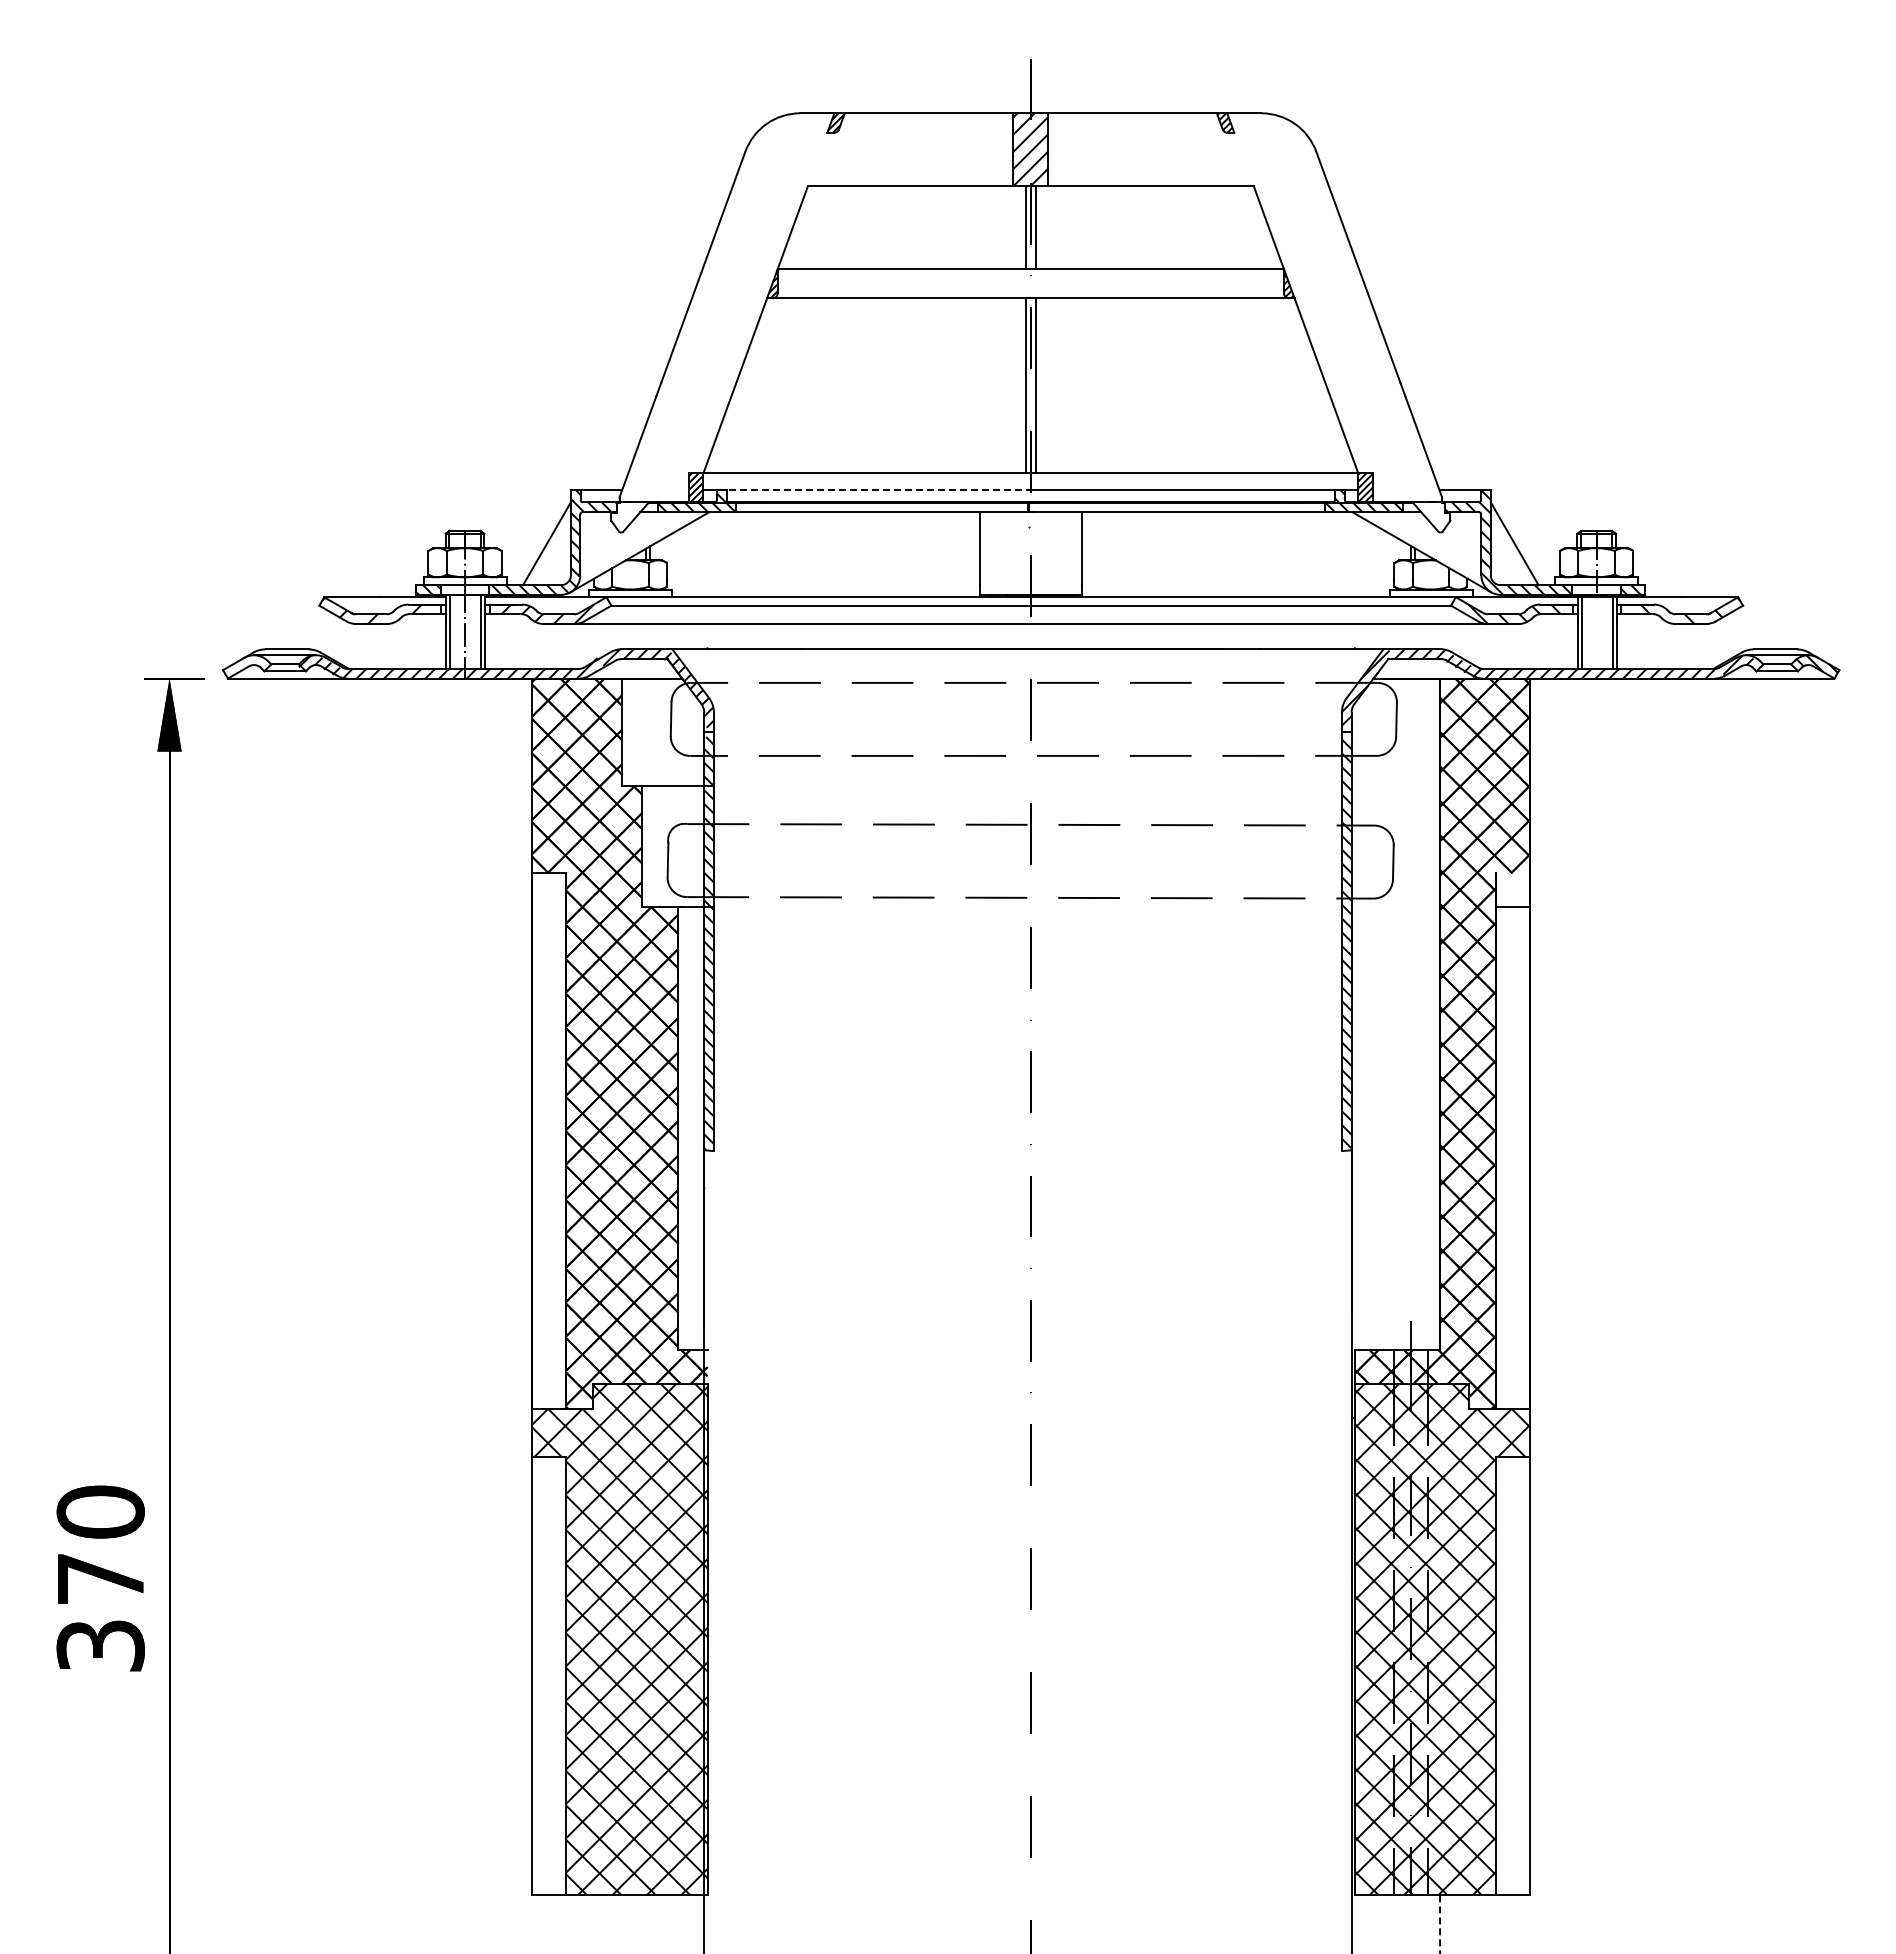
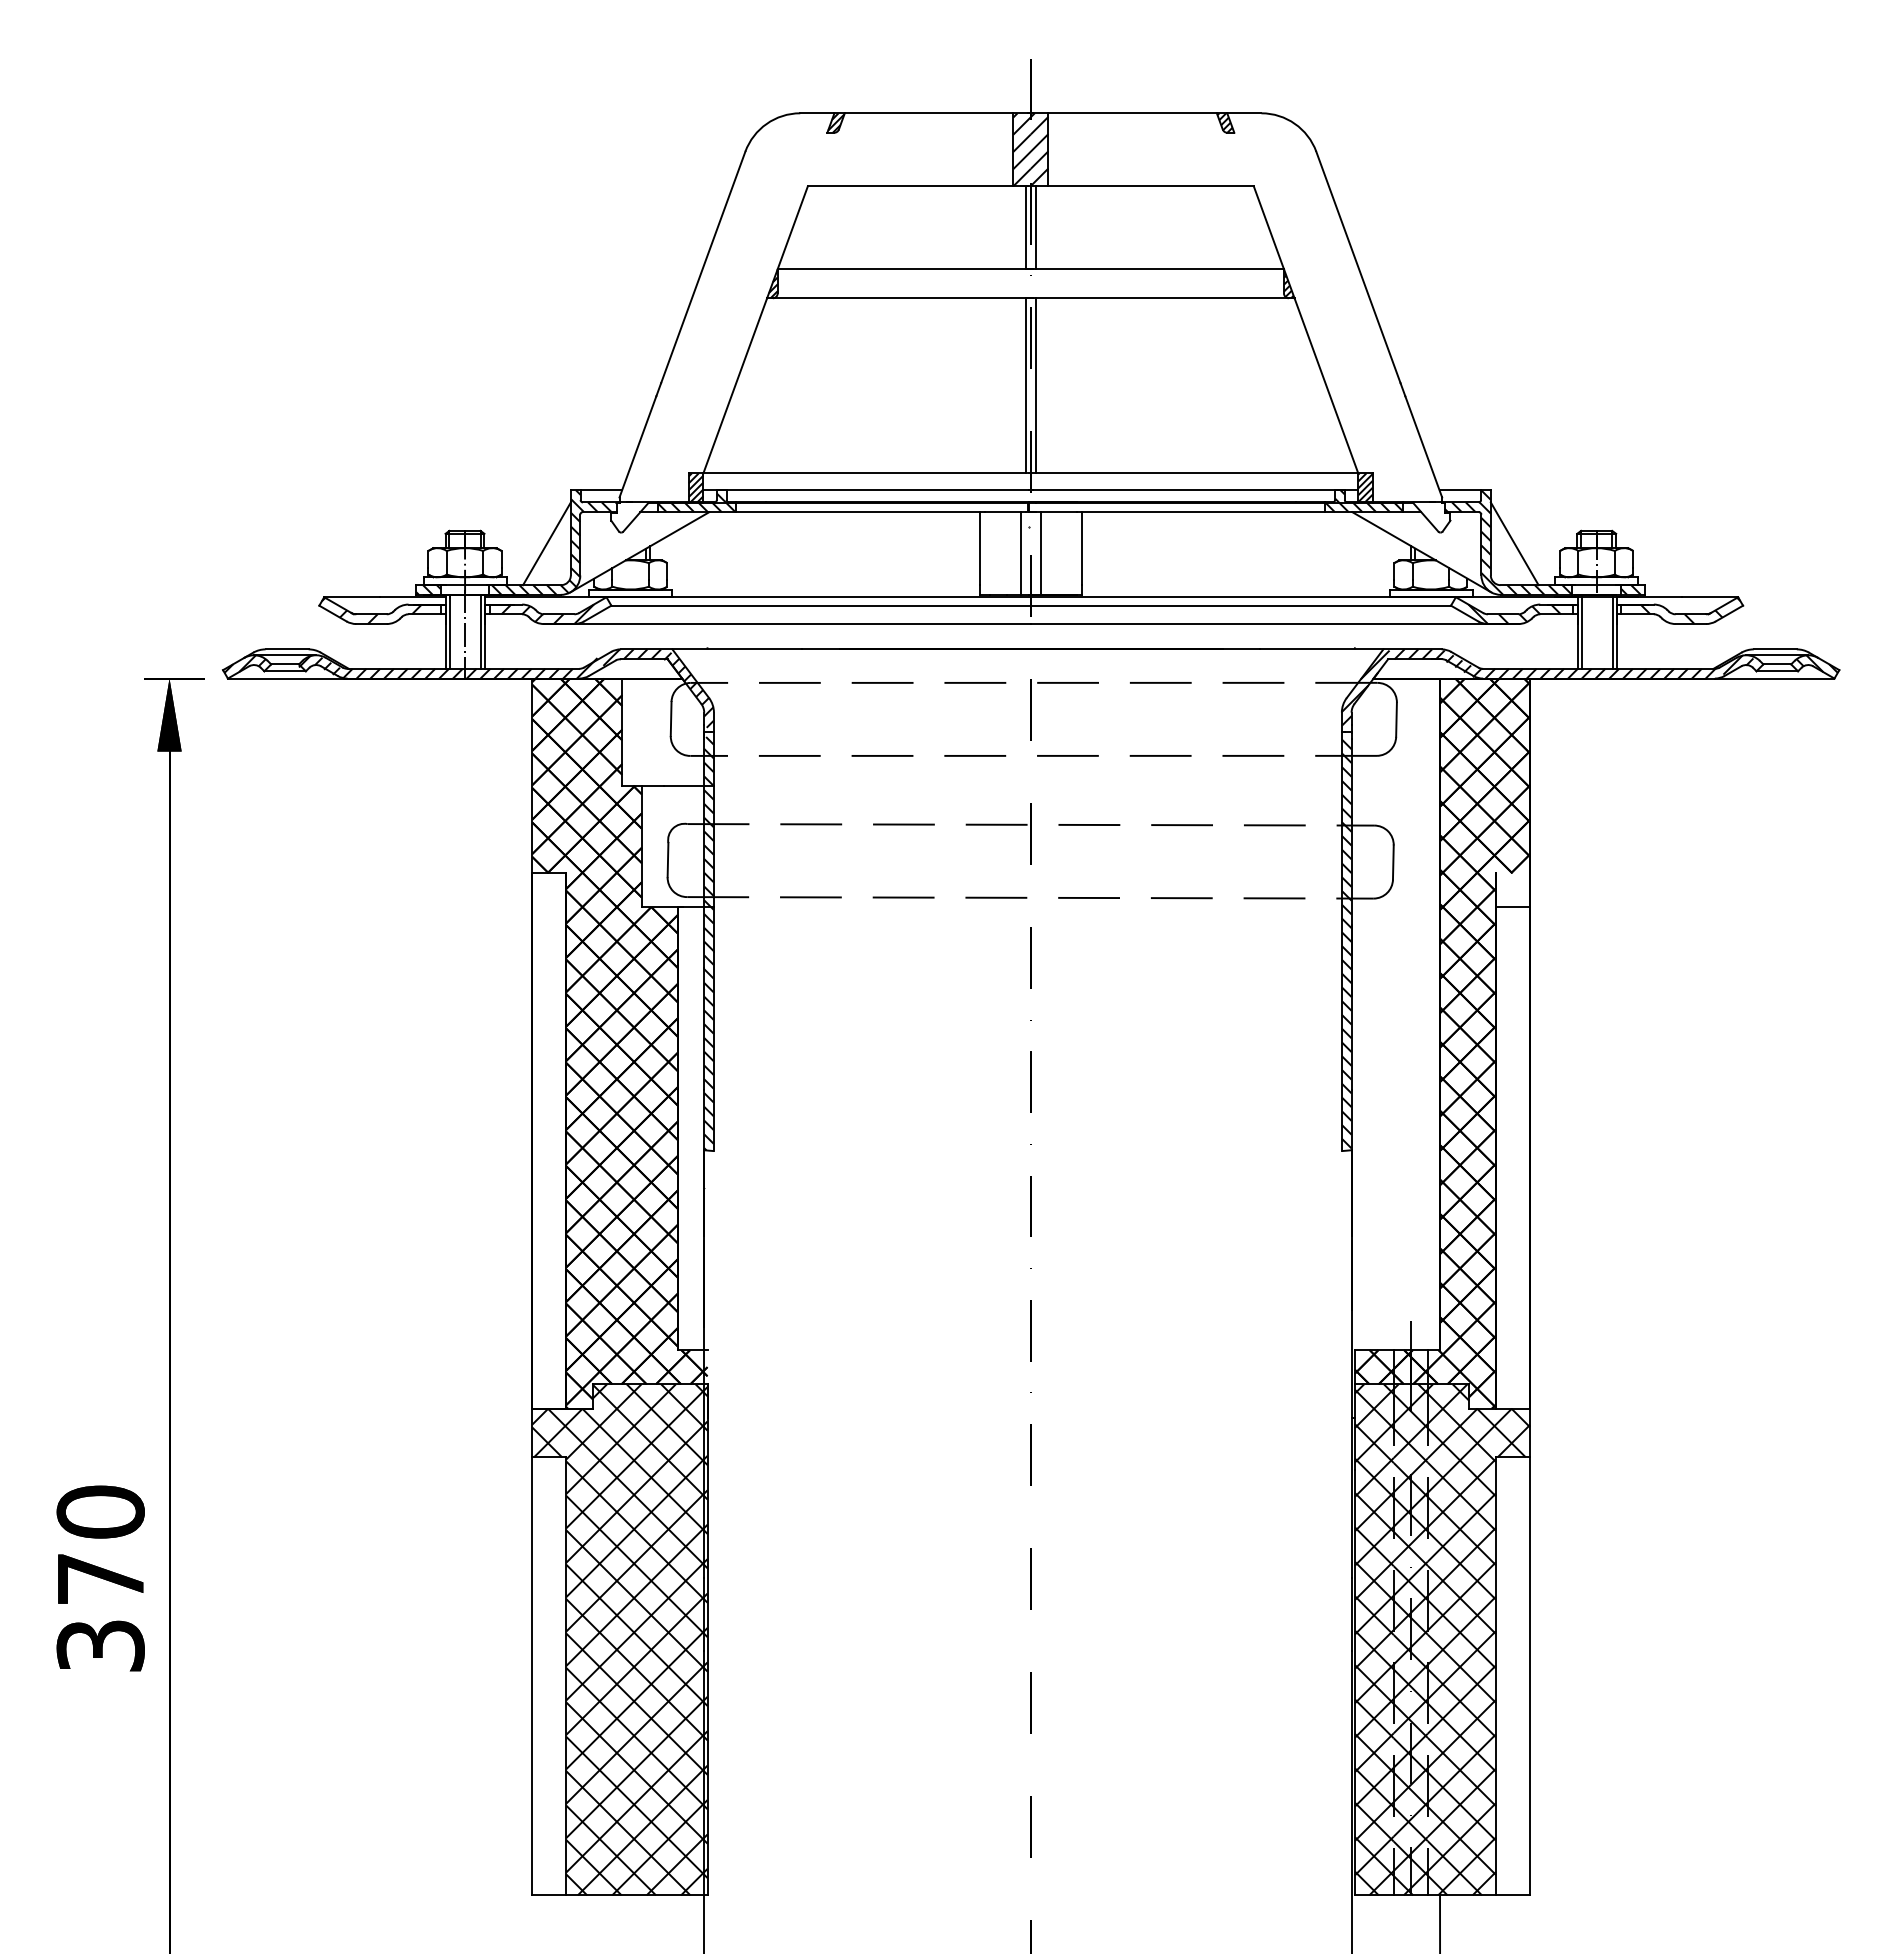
line at (874, 490): dashed -> solid
line at (1021, 553): none -> present
line at (1040, 553): none -> present
hatch at (244, 663): none -> present
line at (1440, 1924): dashed -> solid
